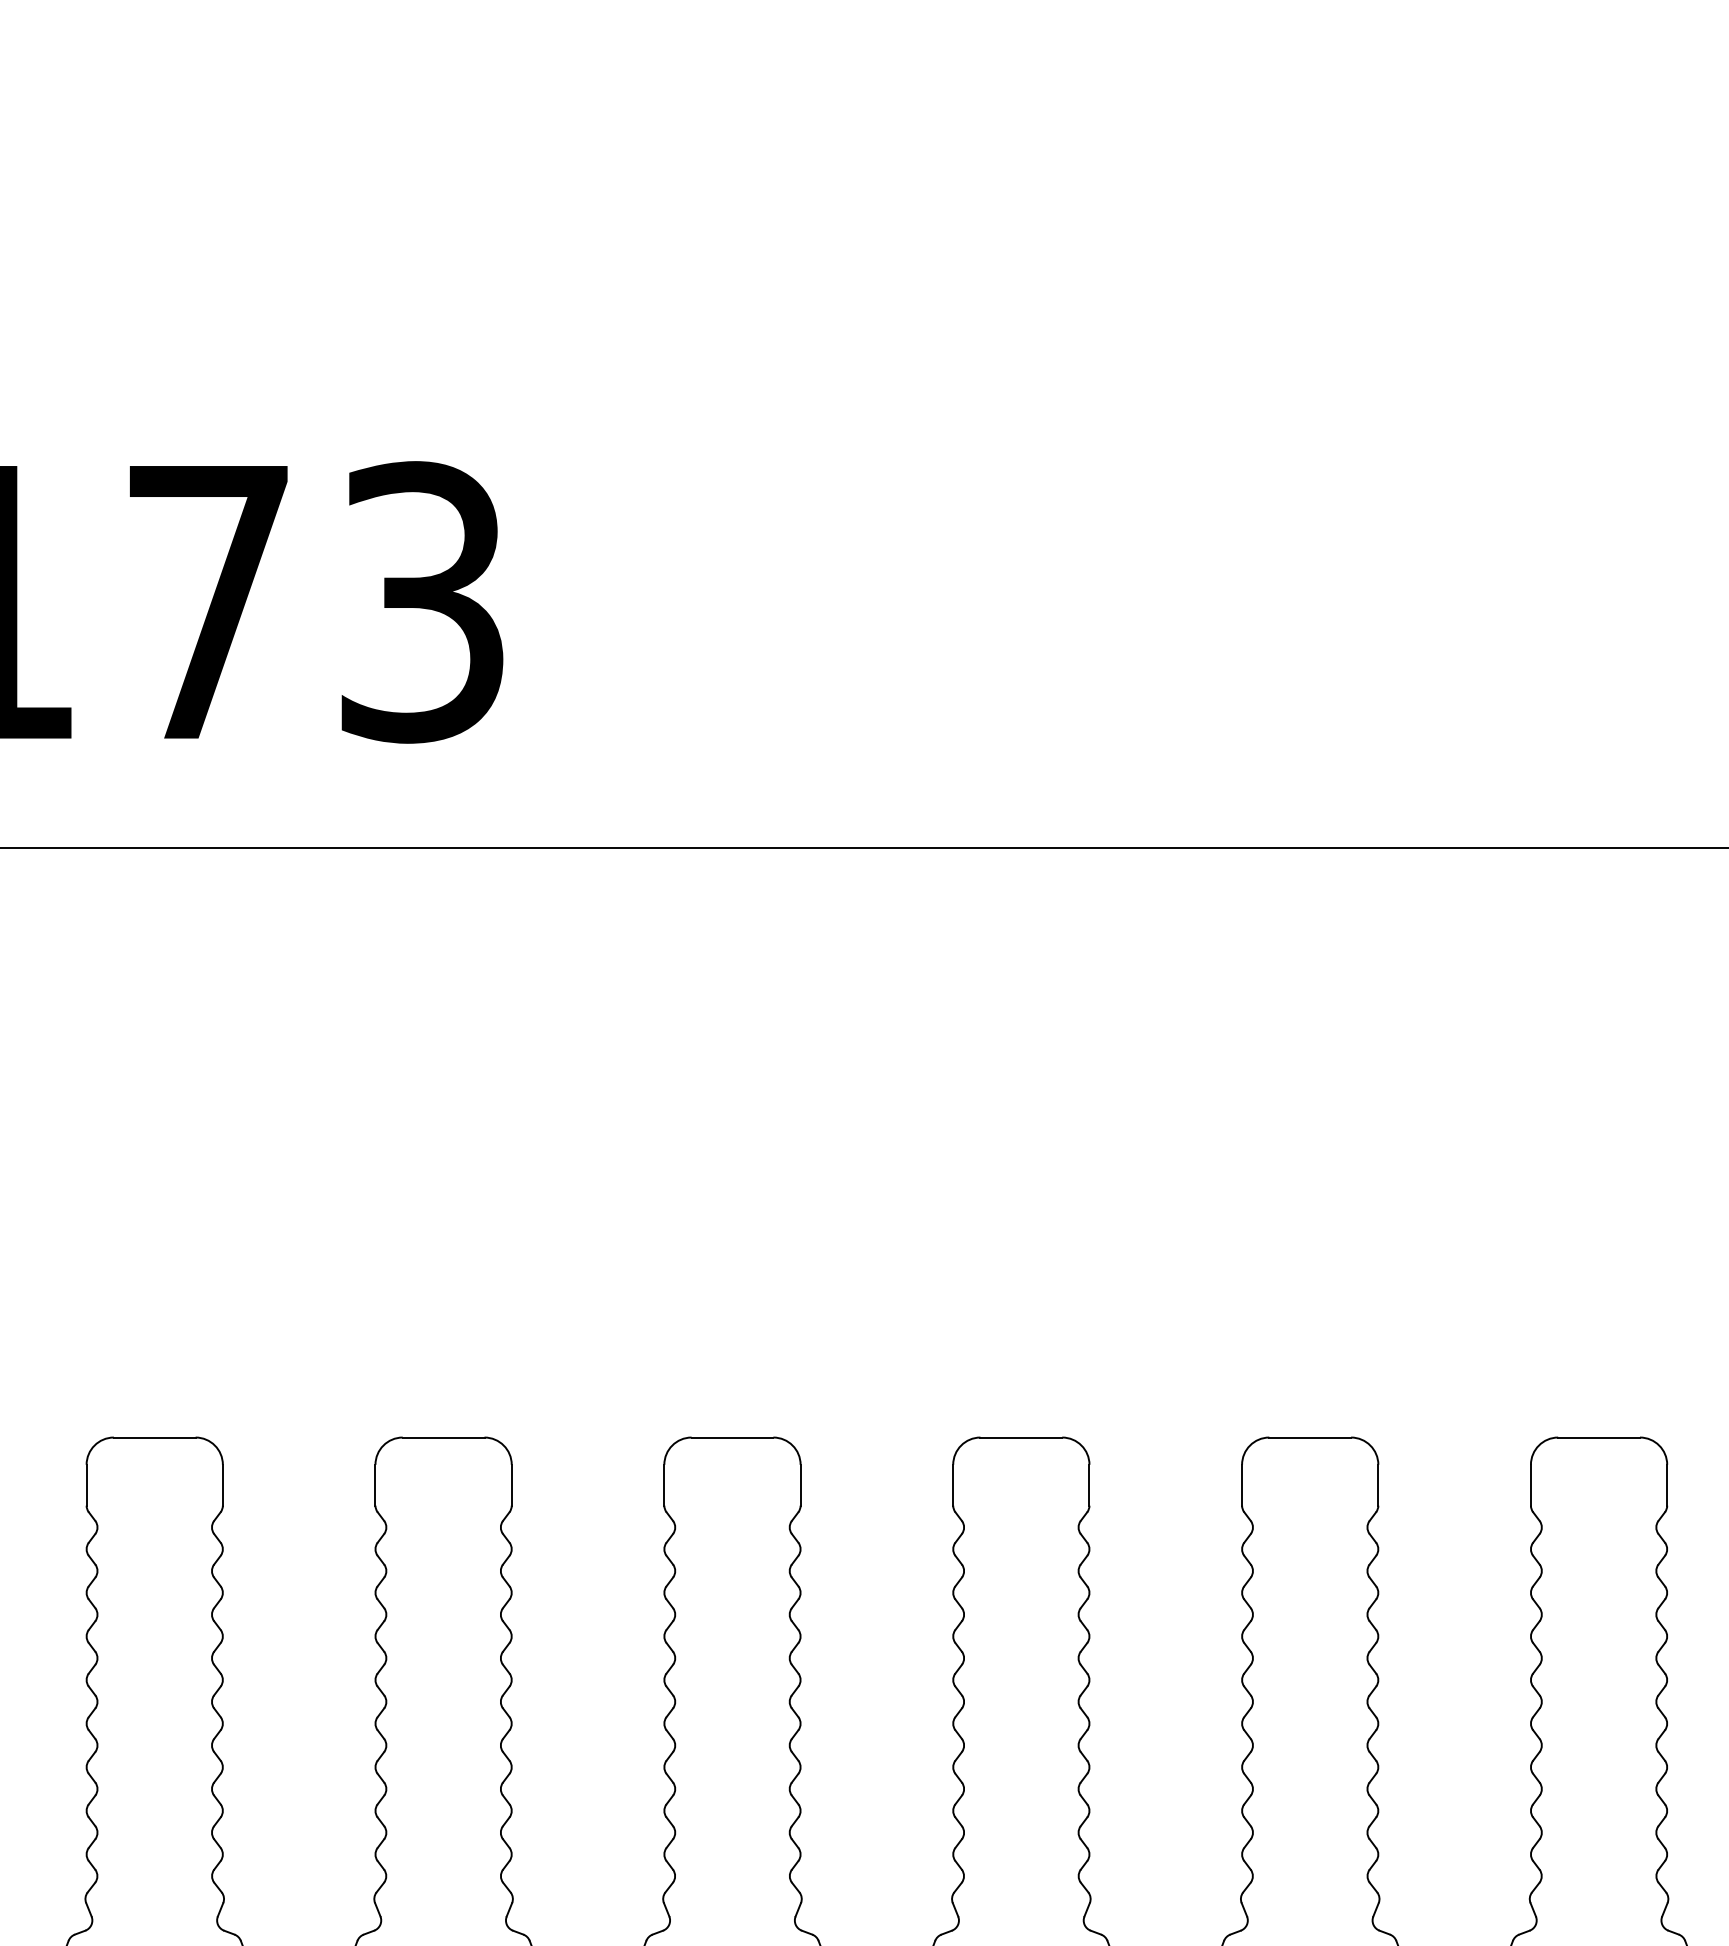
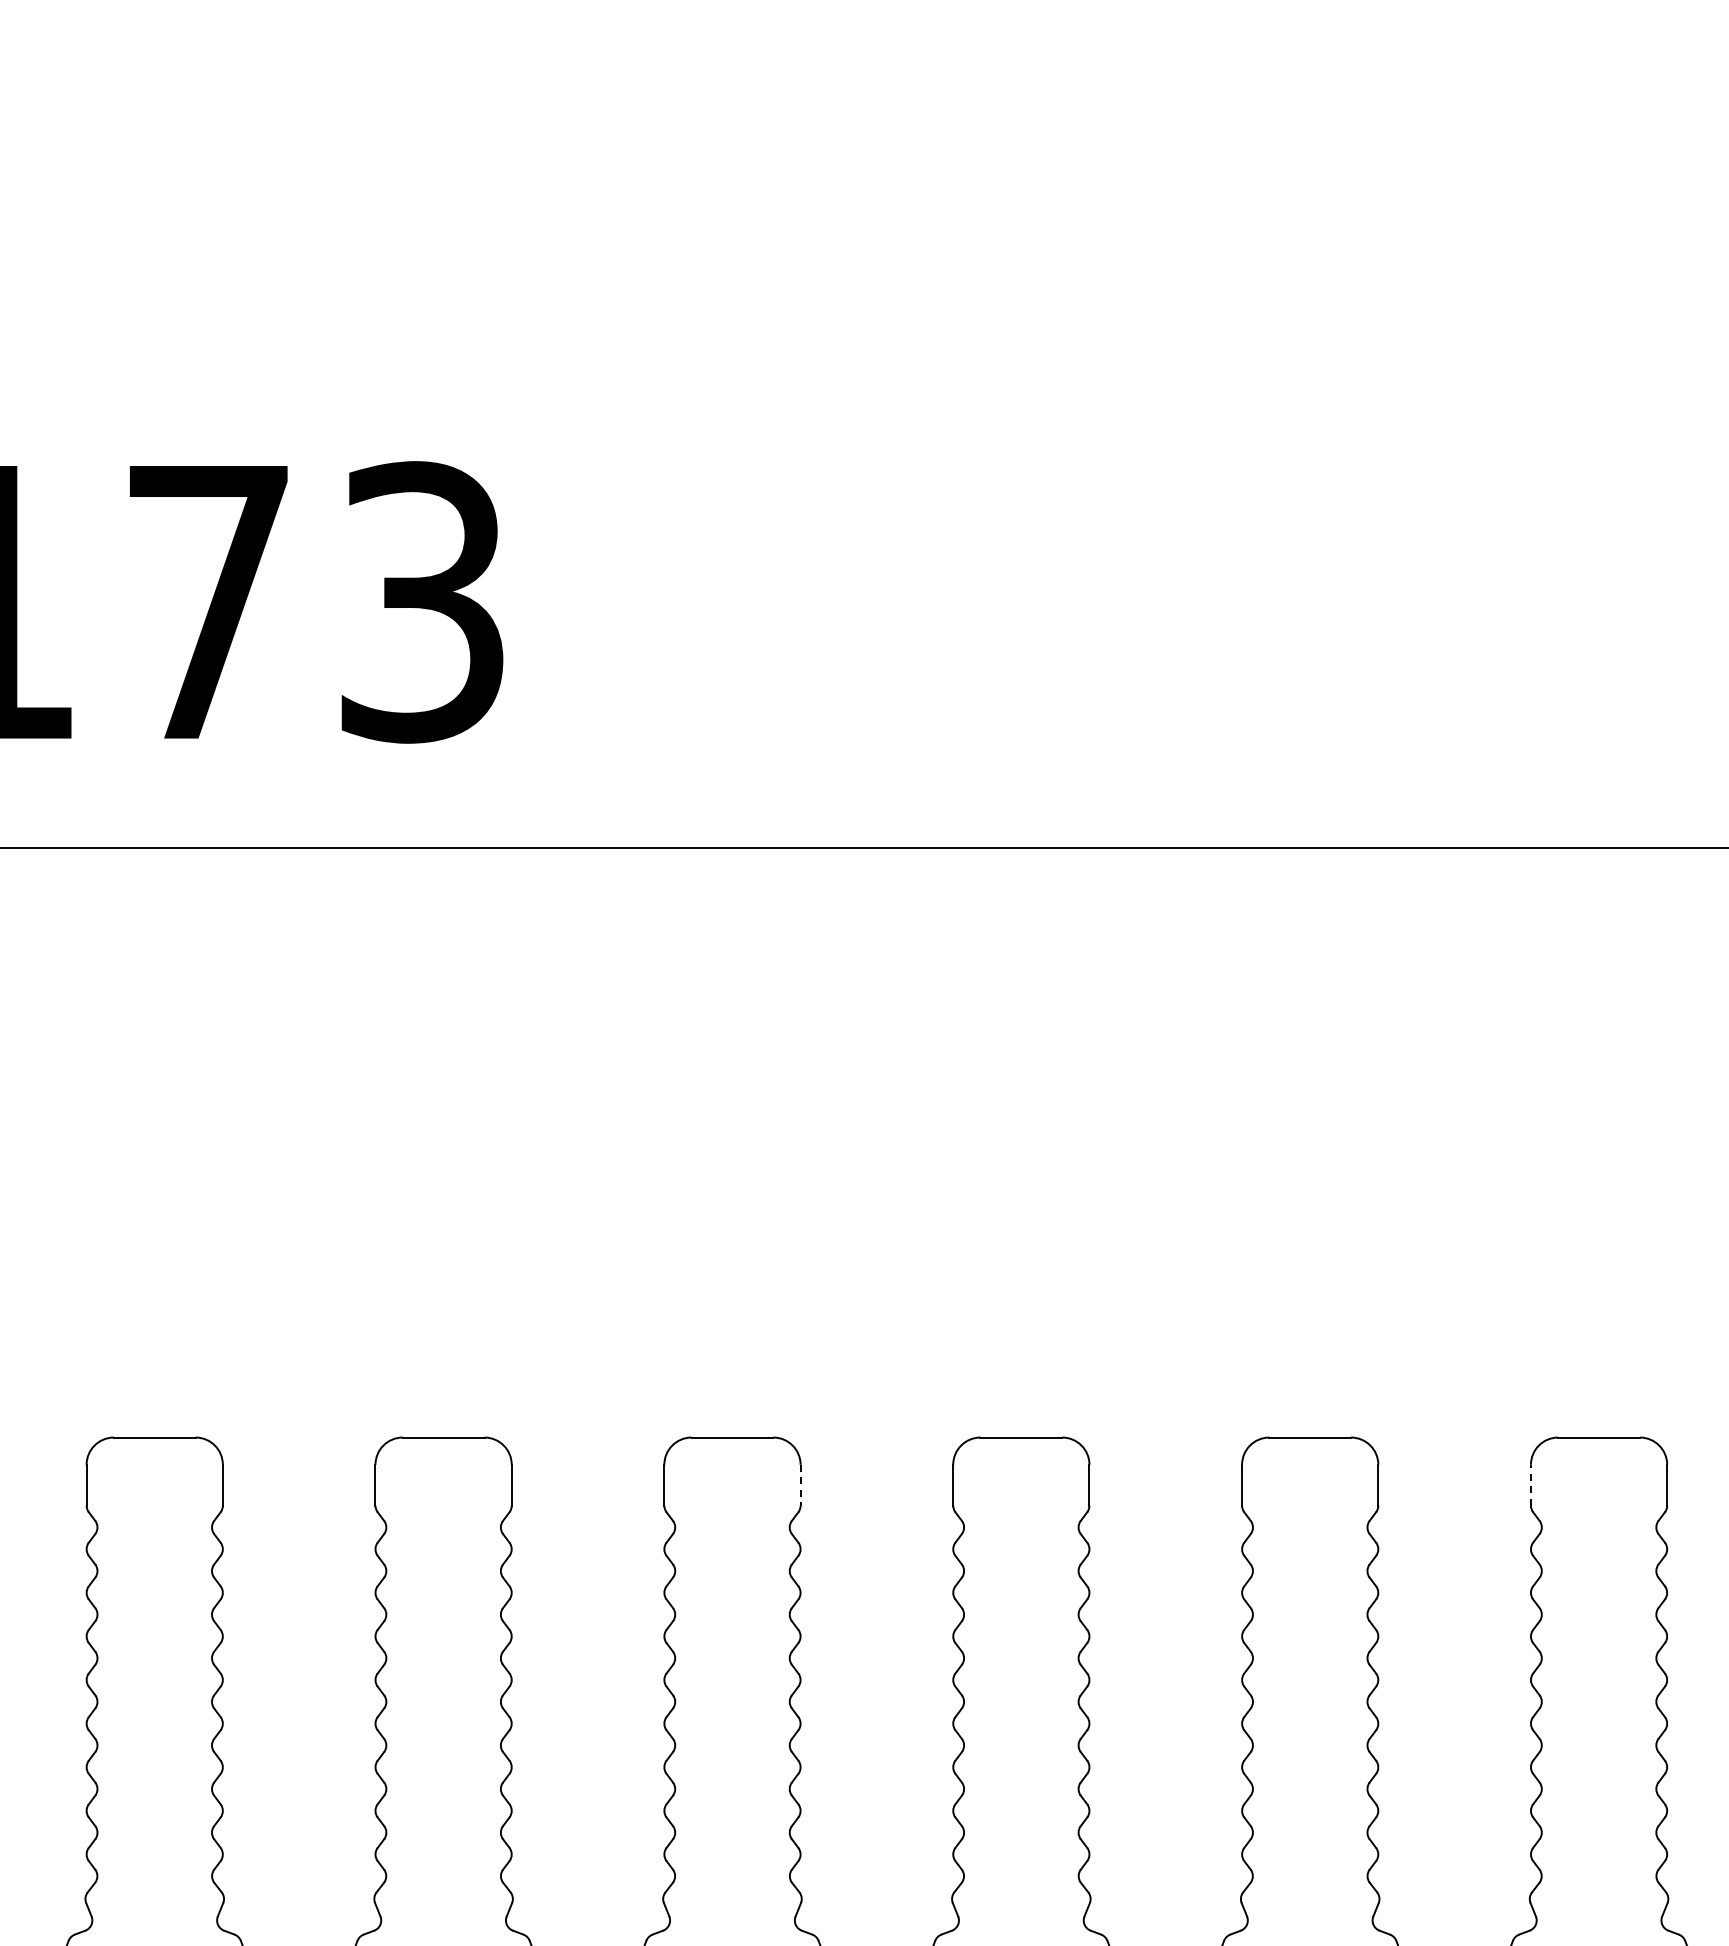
line at (1530, 1484): solid -> dashed
line at (800, 1485): solid -> dashed
